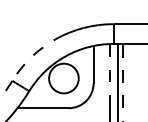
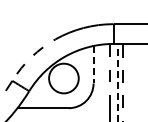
line at (93, 64): solid -> dashed
line at (118, 82): solid -> dashed
